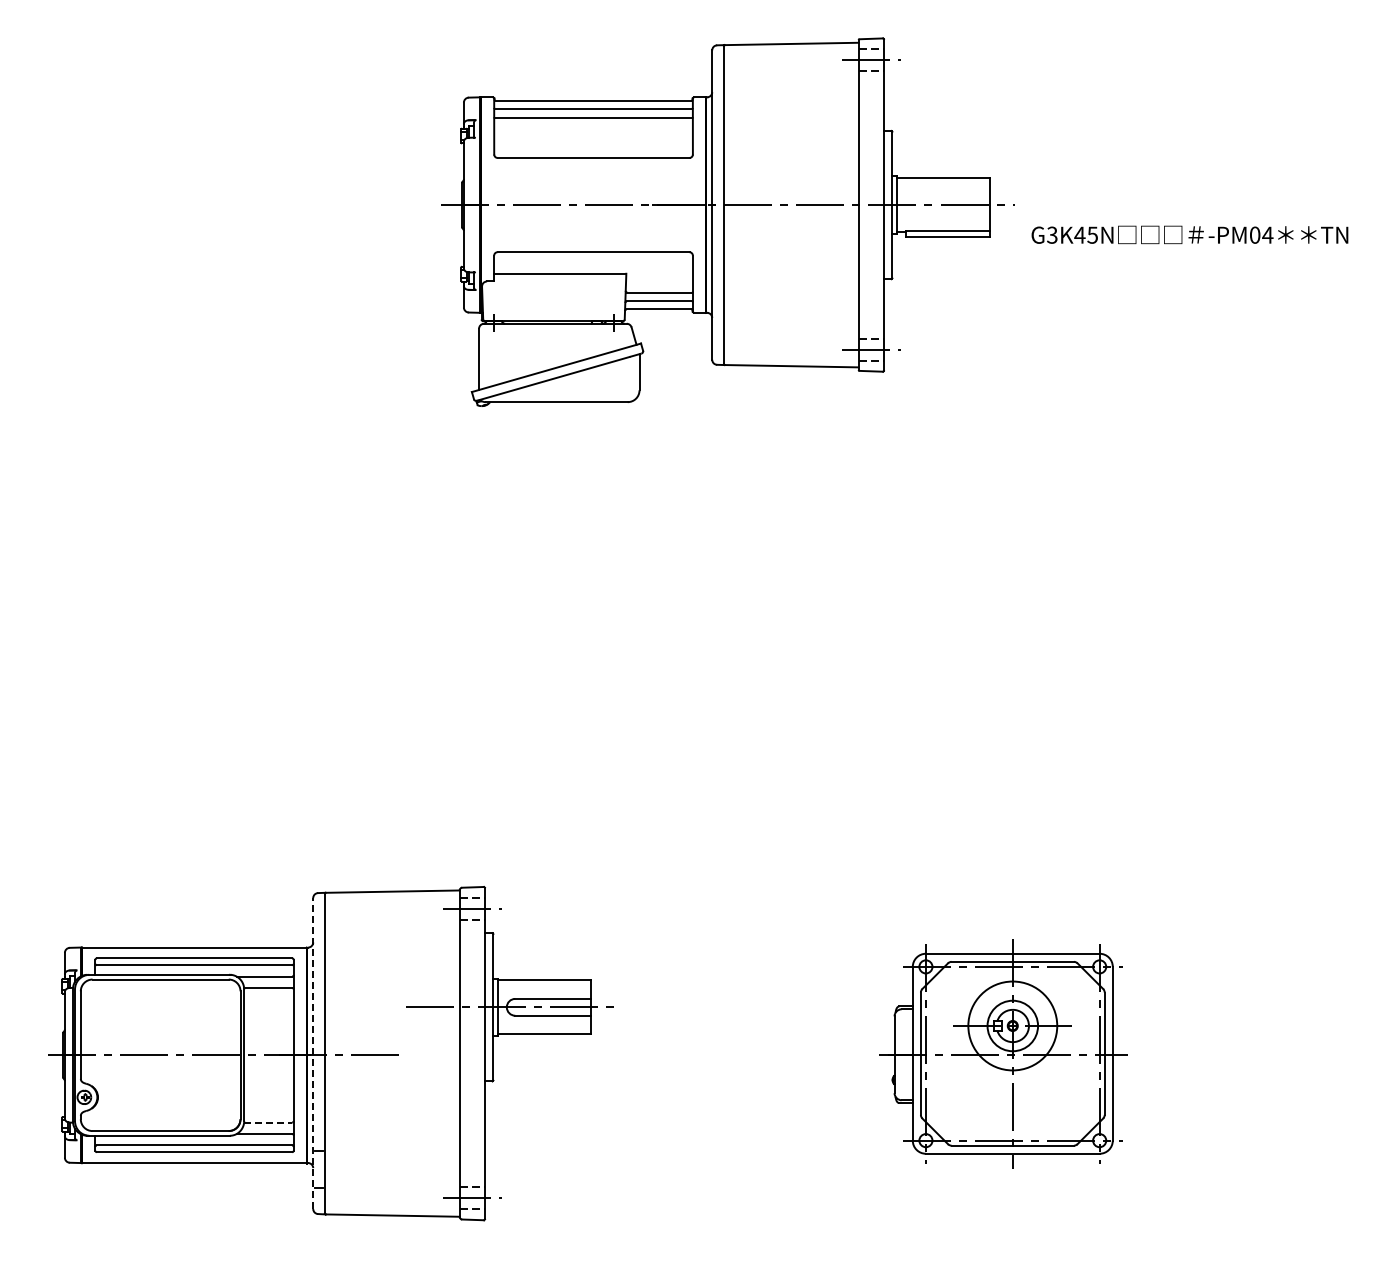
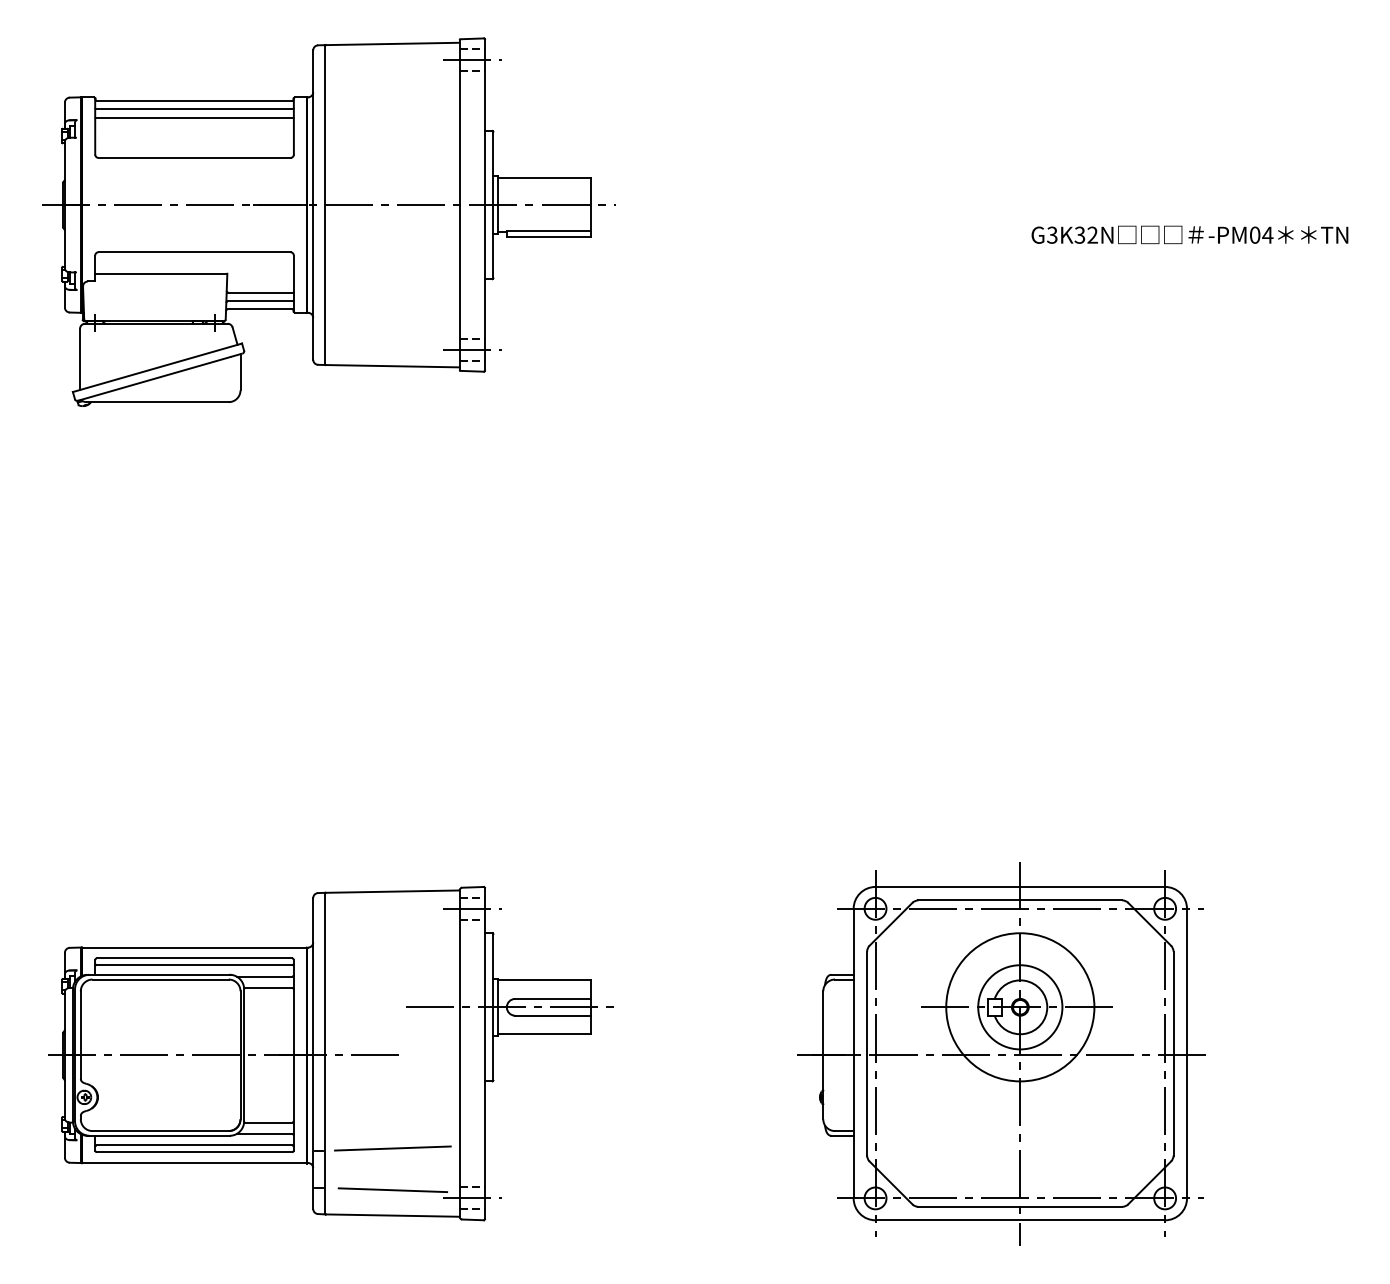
part at (727, 221) position: (727, 221) -> (328, 221)
text at (1085, 234): G3K45N -> G3K32N
line at (313, 1053): dashed -> solid
part at (1003, 1053) size: 249x230 px -> 409x384 px
line at (268, 1122): dashed -> solid
line at (392, 1148): none -> present
line at (392, 1190): none -> present
